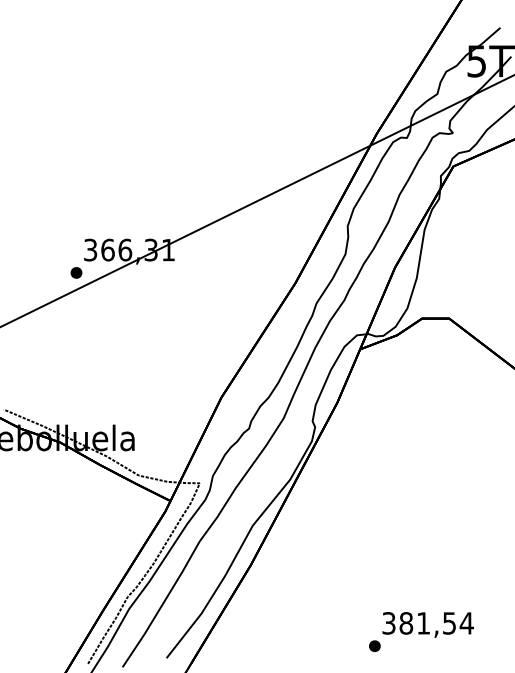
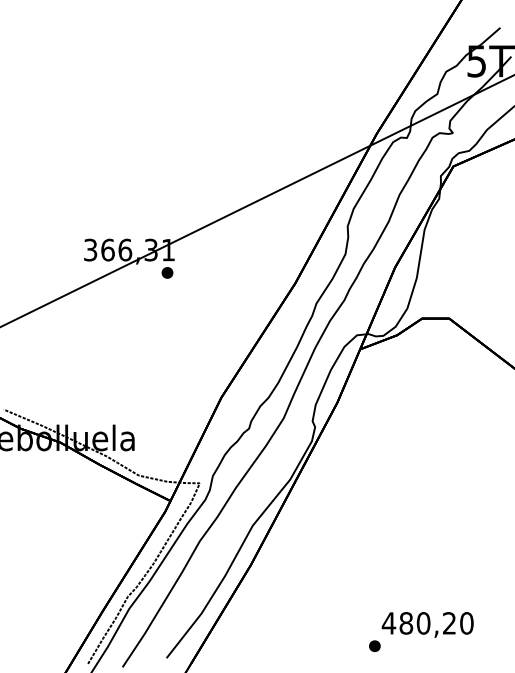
part at (76, 272) position: (76, 272) -> (167, 272)
text at (427, 623): 381,54 -> 480,20
